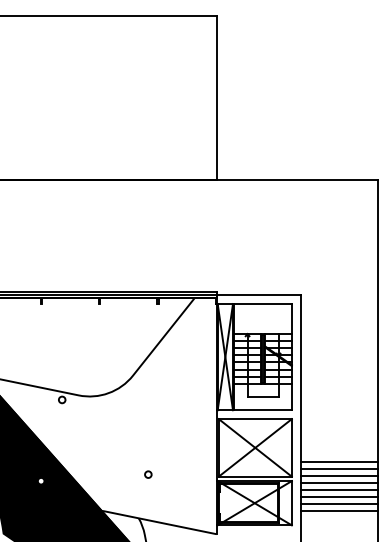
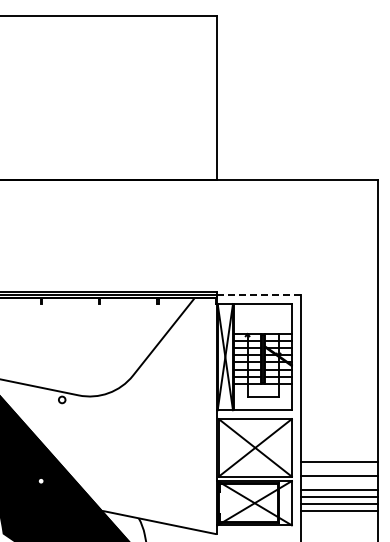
line at (259, 295): solid -> dashed
line at (339, 469): present -> none
circle at (148, 474): present -> none
line at (339, 483): present -> none
